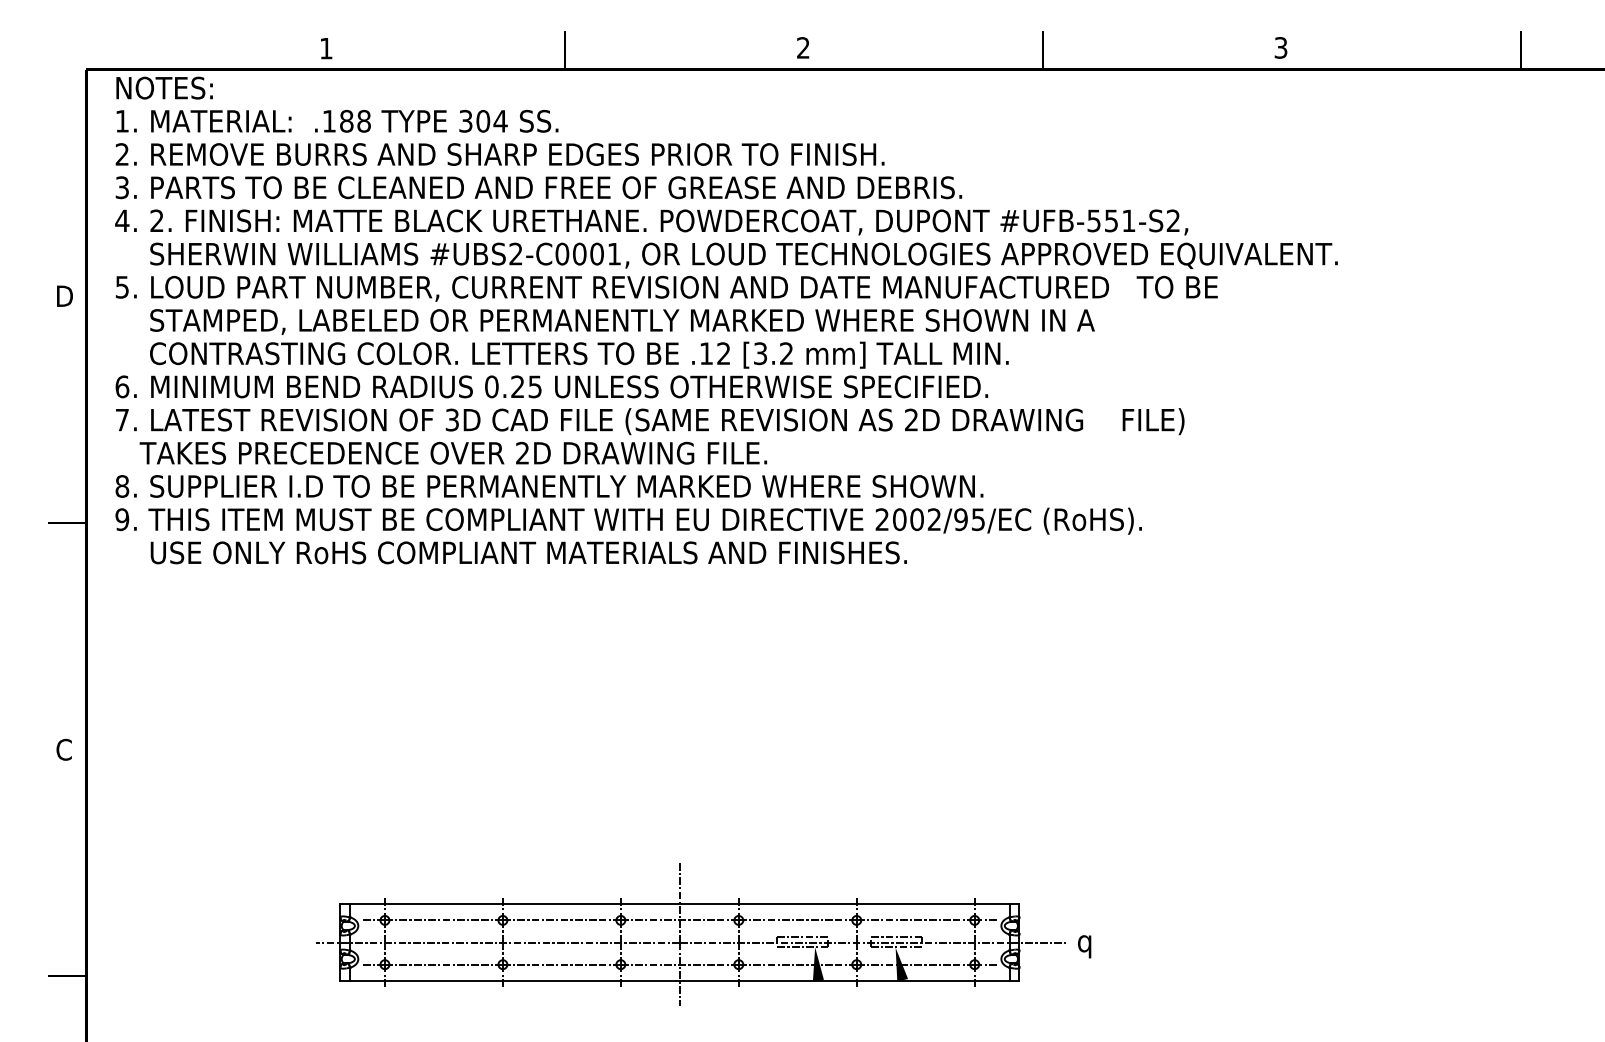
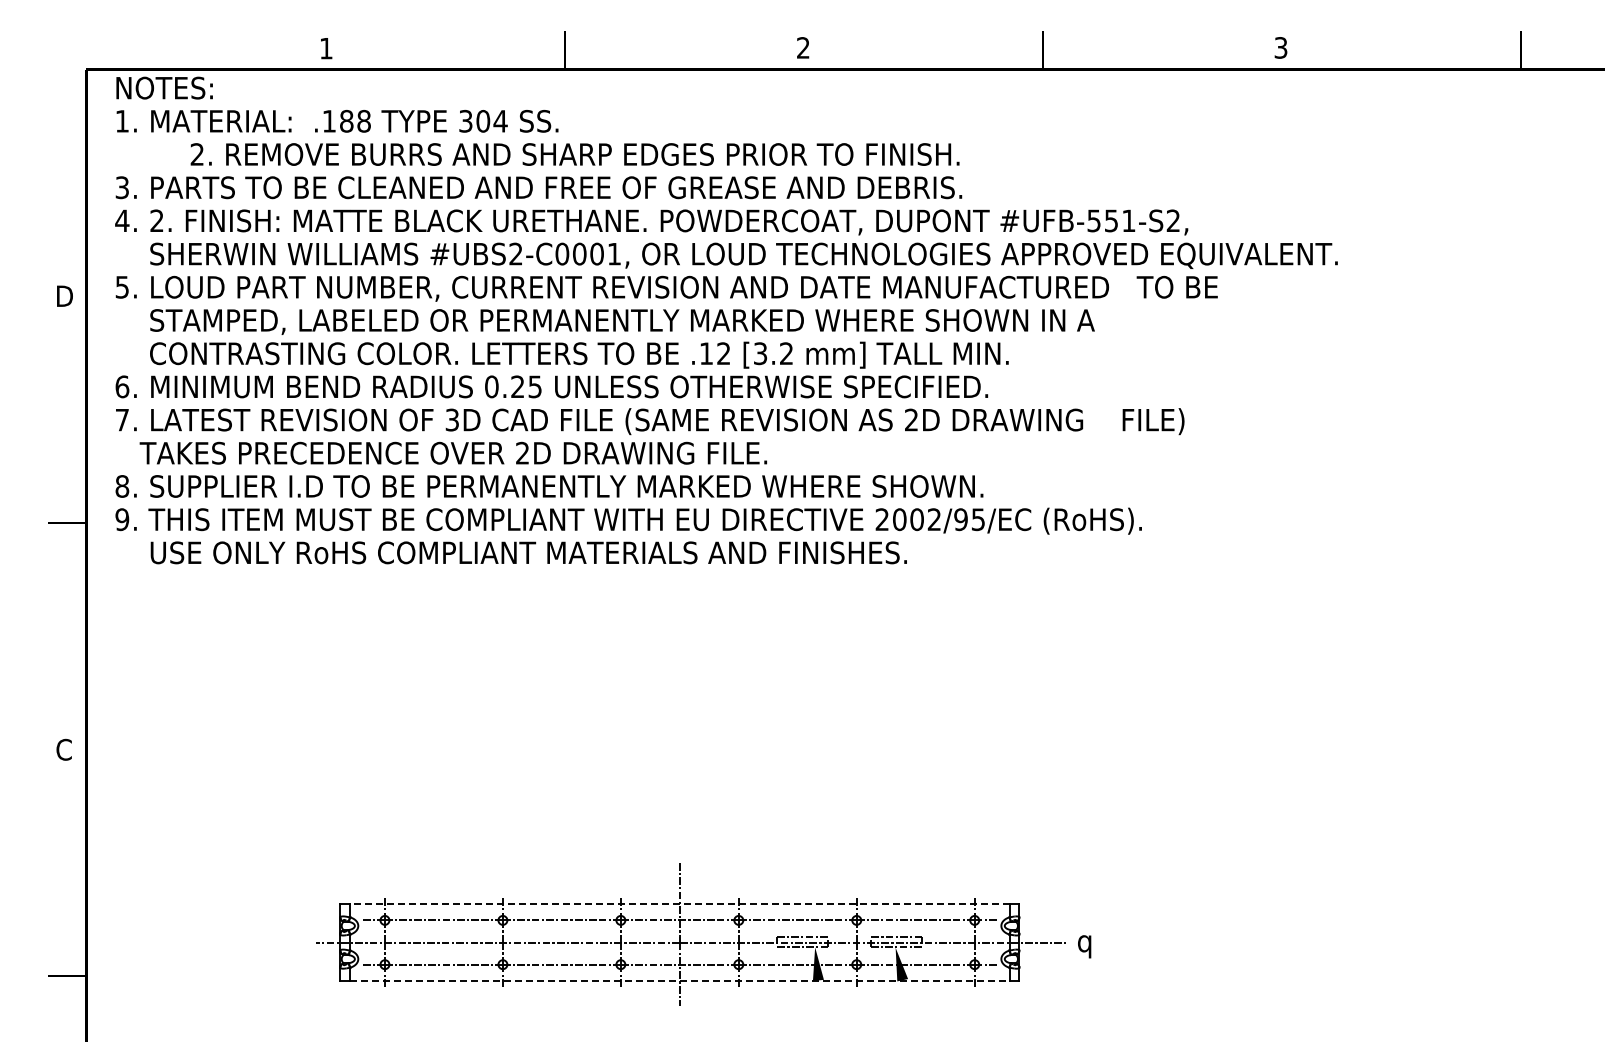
text at (499, 154) position: (499, 154) -> (574, 154)
line at (679, 903): solid -> dashed
line at (679, 981): solid -> dashed
